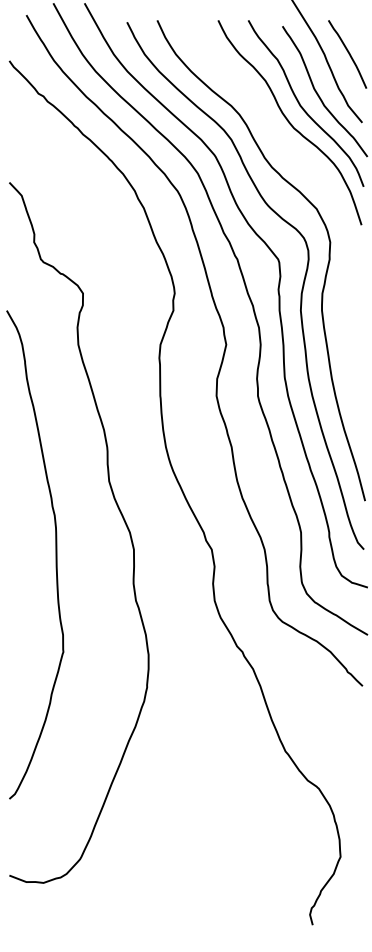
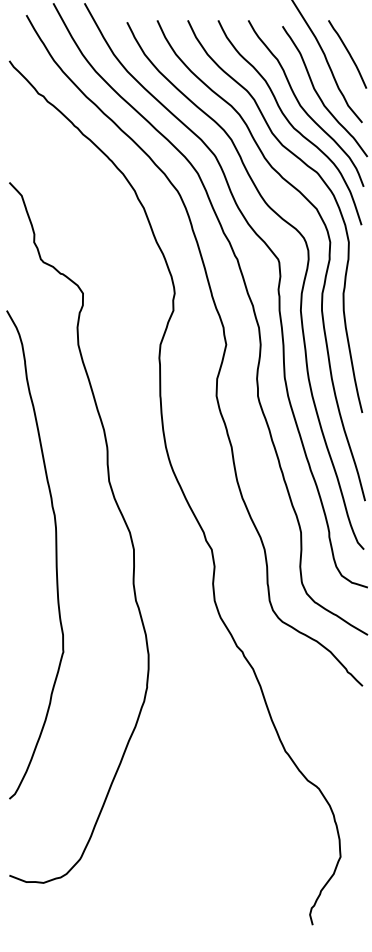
curve at (322, 181): none -> present
